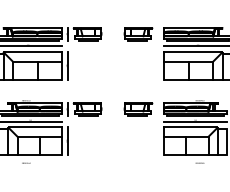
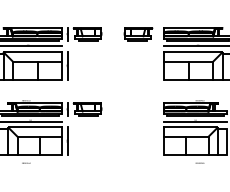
part at (138, 109): present -> none
